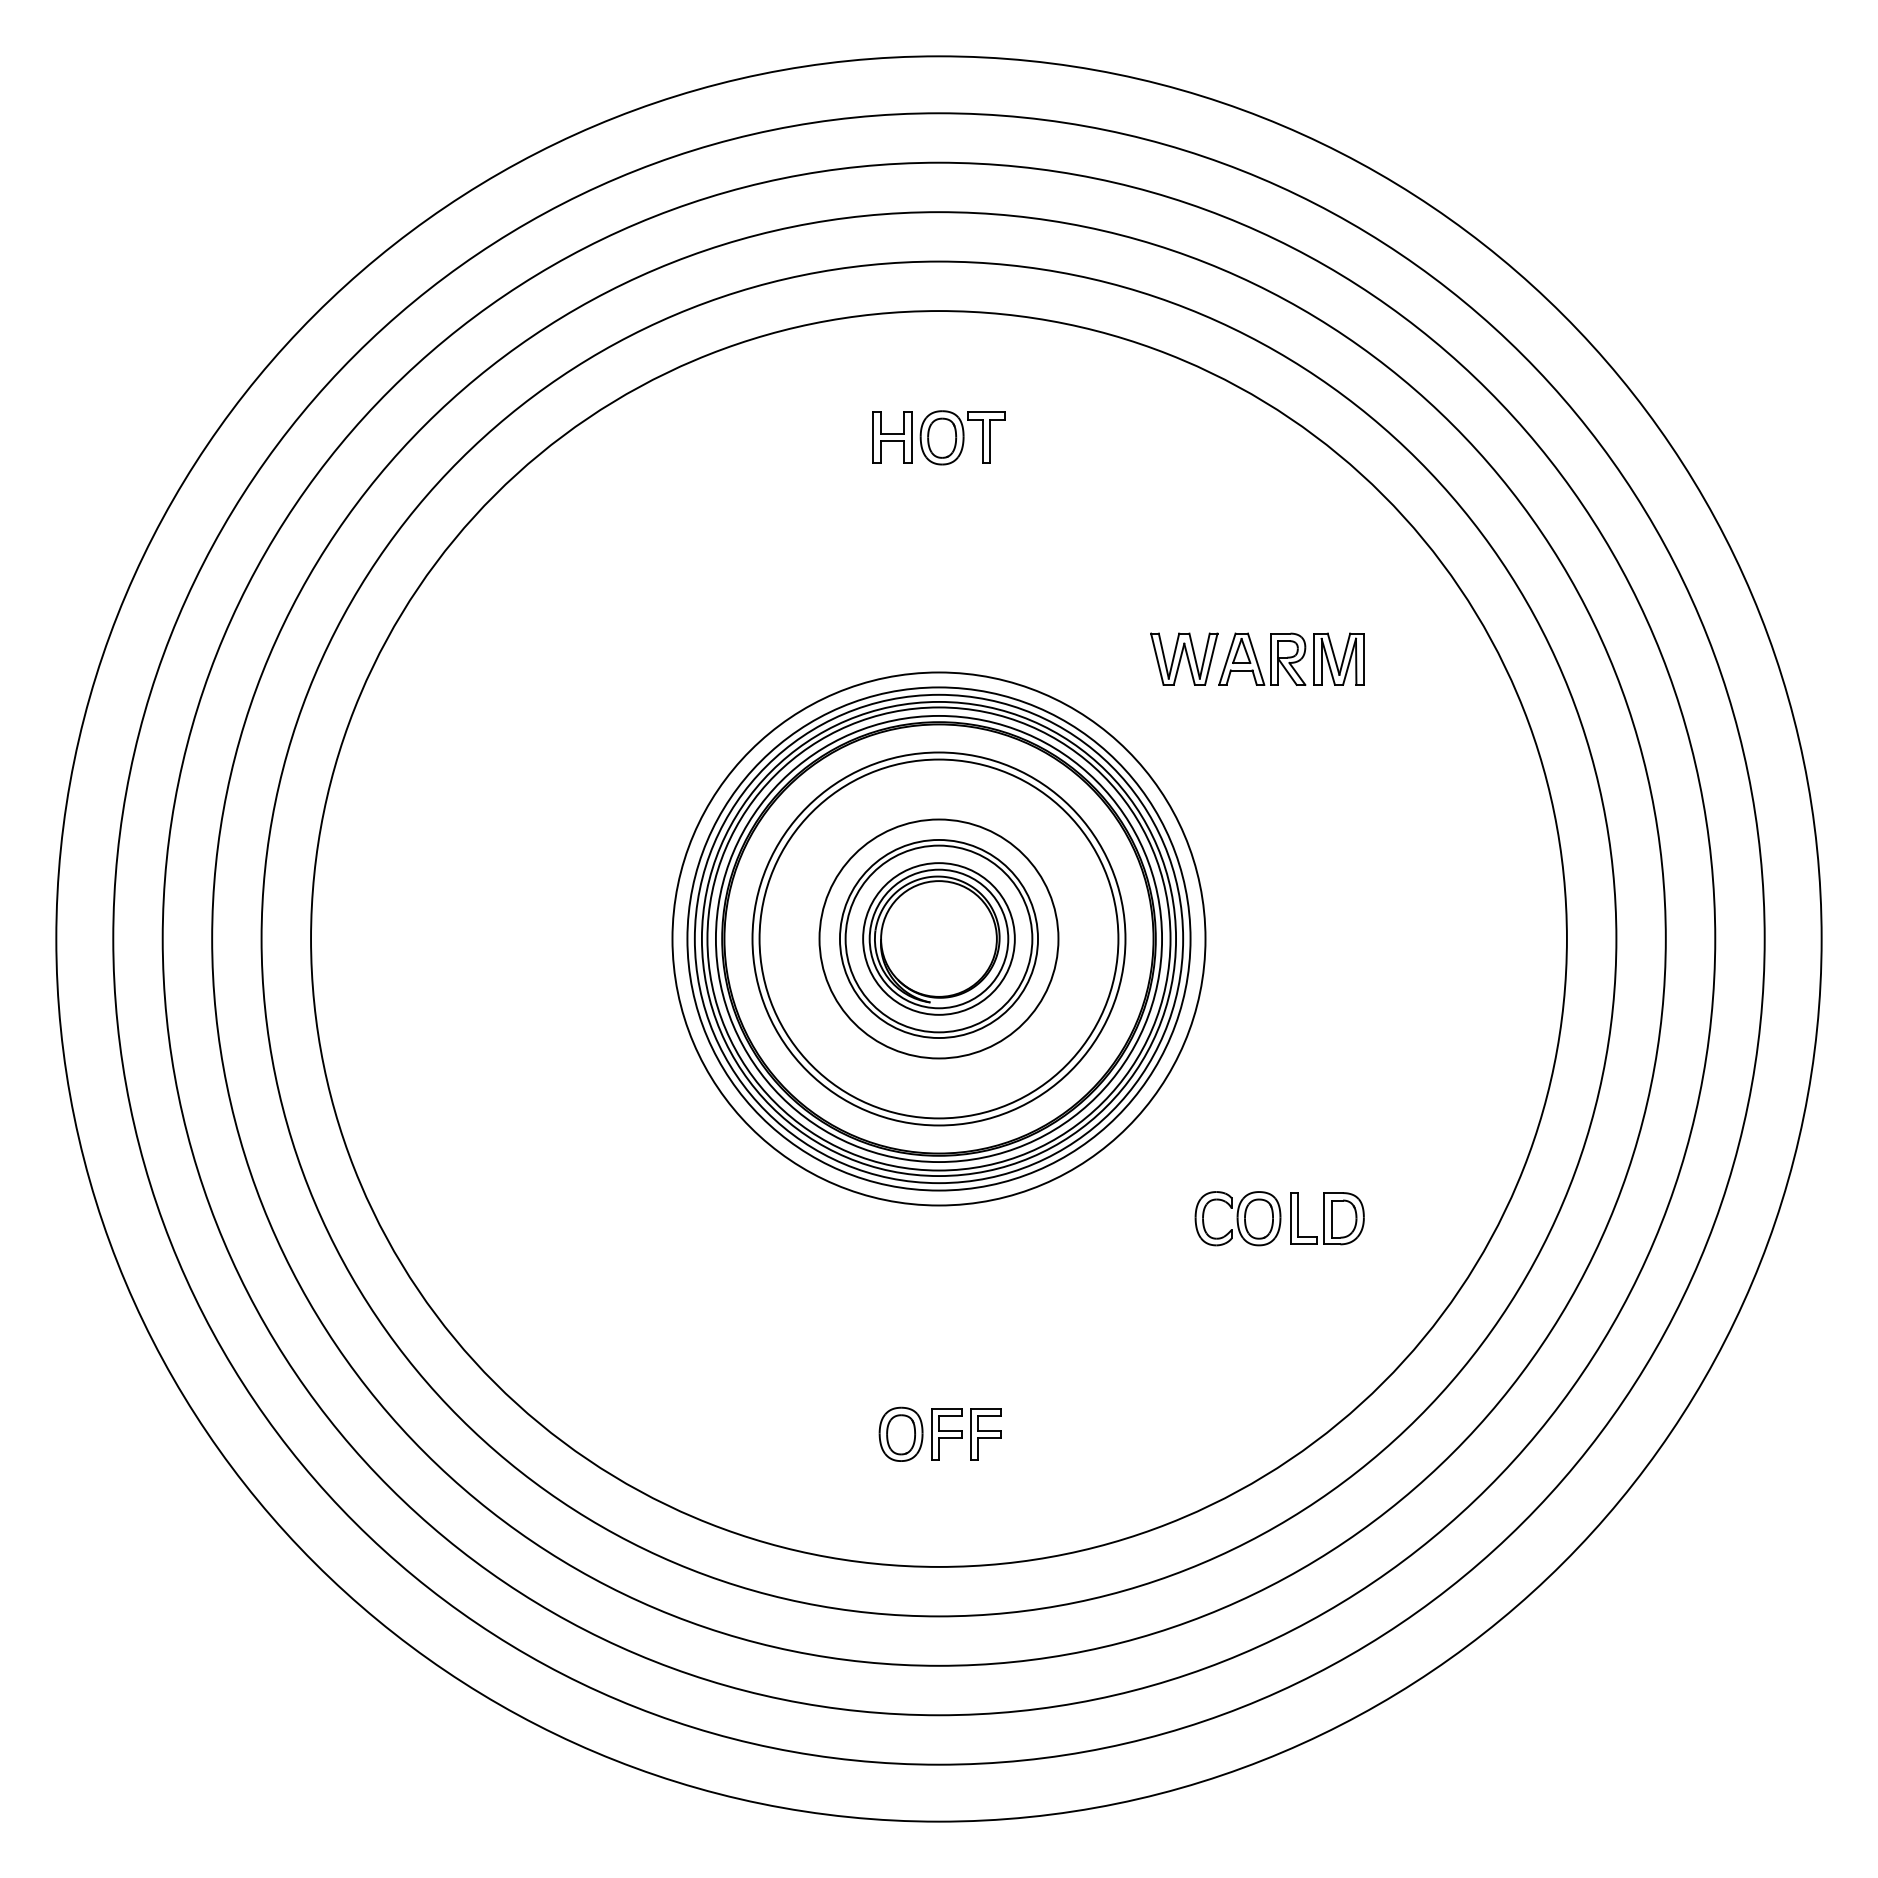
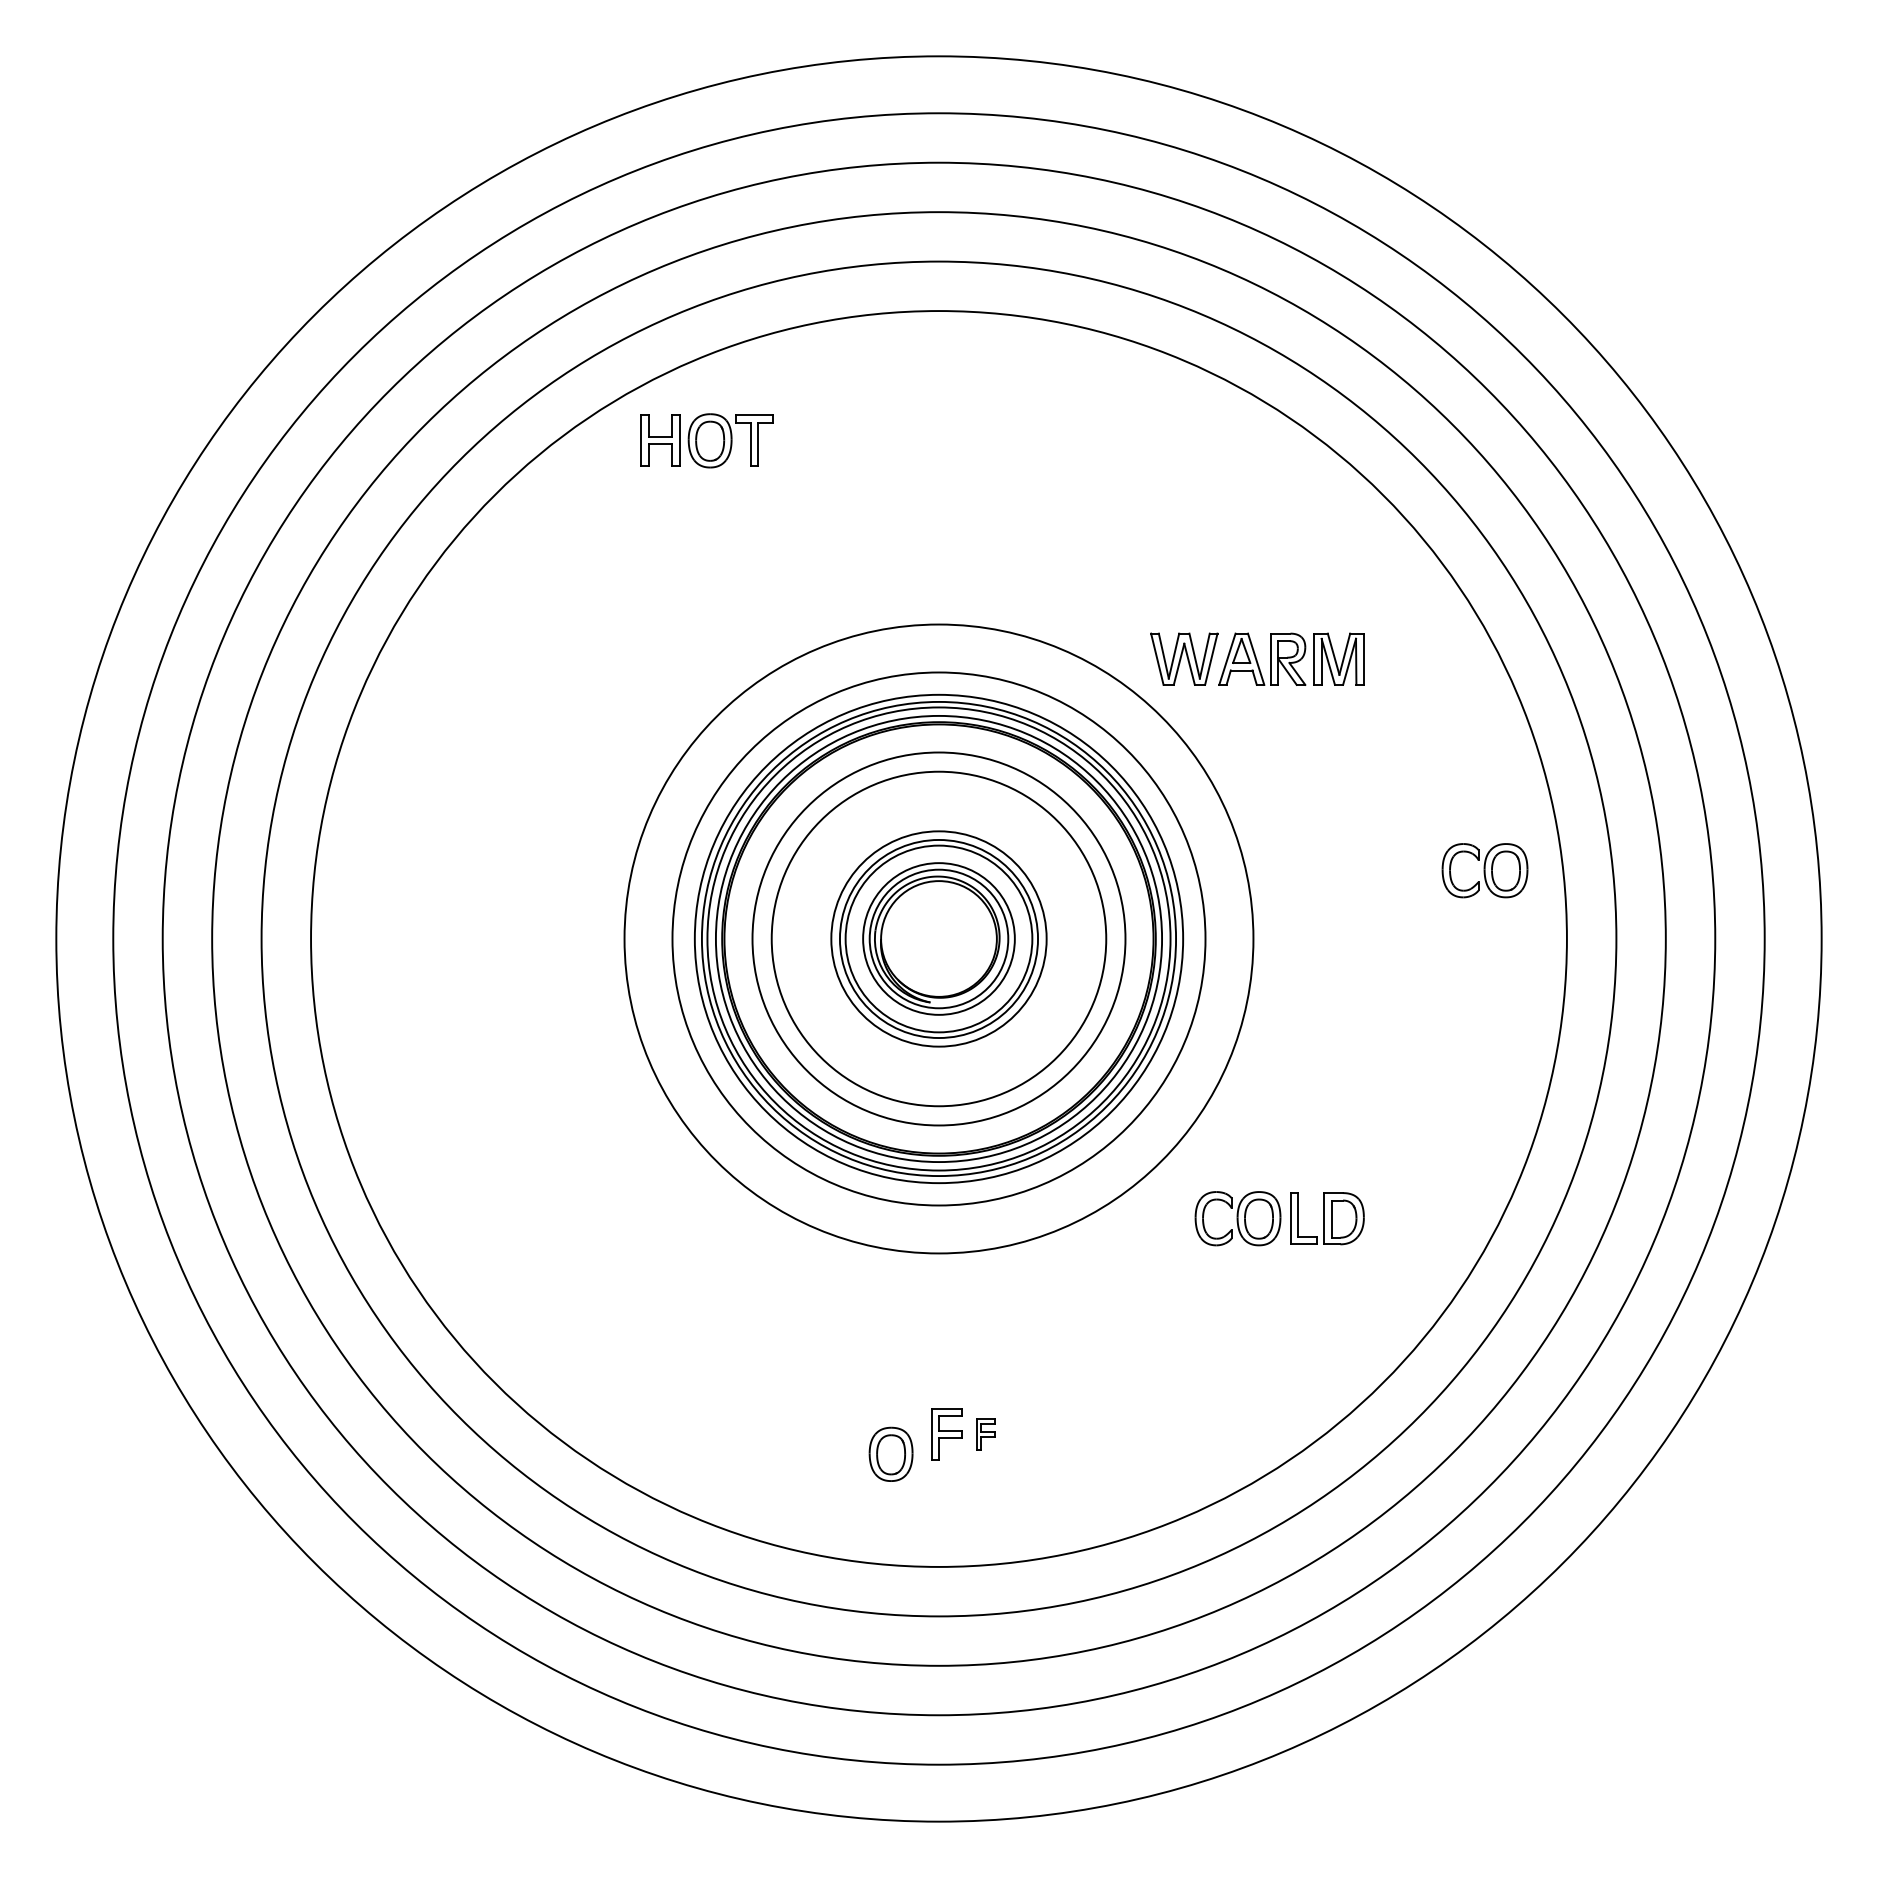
part at (938, 437) position: (938, 437) -> (706, 440)
part at (1484, 870): none -> present
circle at (938, 938) diameter: 239 px -> 335 px
circle at (938, 938) diameter: 359 px -> 215 px
circle at (938, 938) diameter: 503 px -> 629 px
part at (900, 1433) position: (900, 1433) -> (890, 1453)
part at (985, 1434) size: 32x53 px -> 20x33 px
